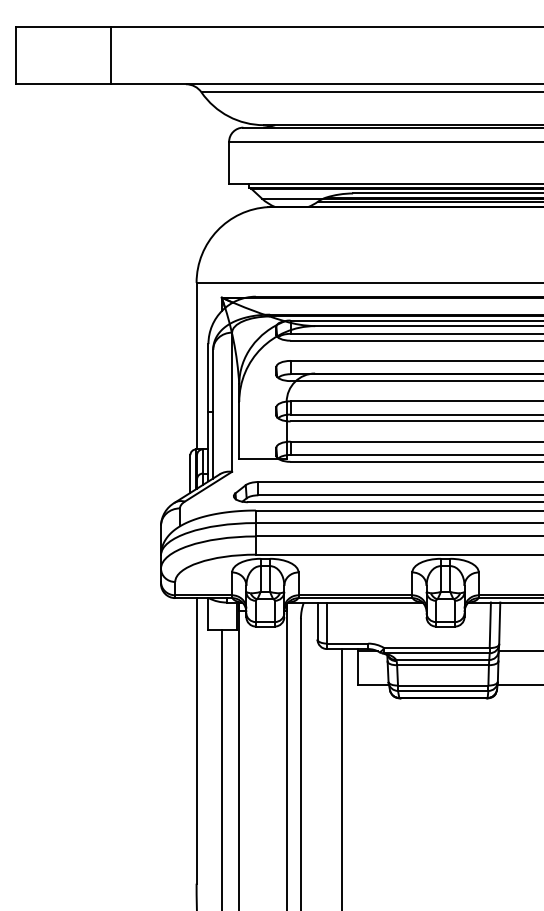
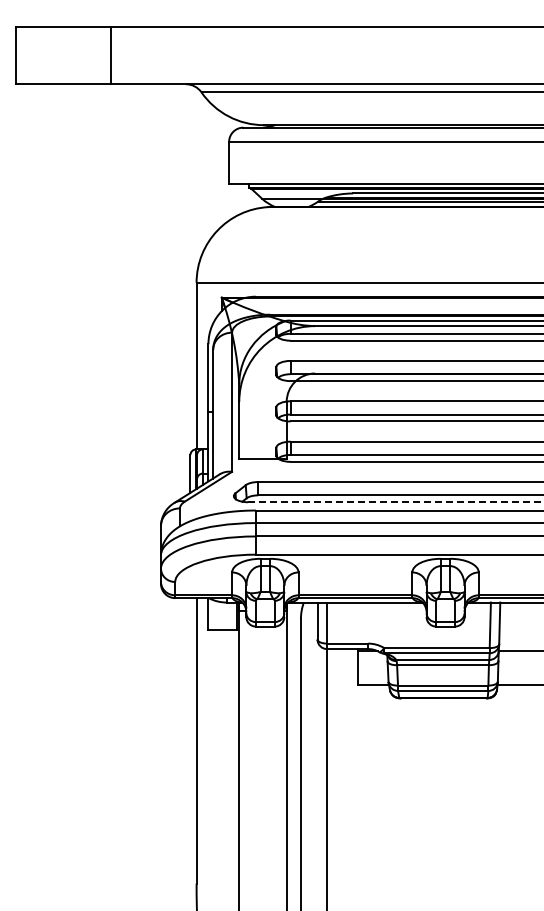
line at (396, 502): solid -> dashed
line at (221, 768): present -> none
line at (341, 778) position: (341, 778) -> (326, 778)
